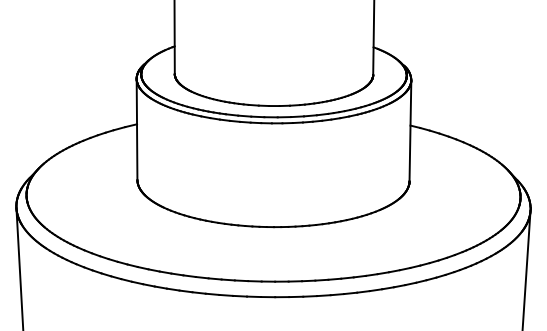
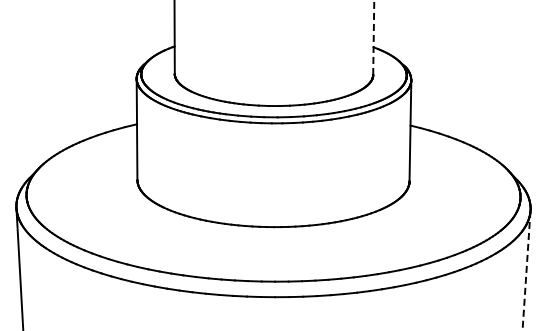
line at (373, 37): solid -> dashed
line at (526, 270): solid -> dashed
